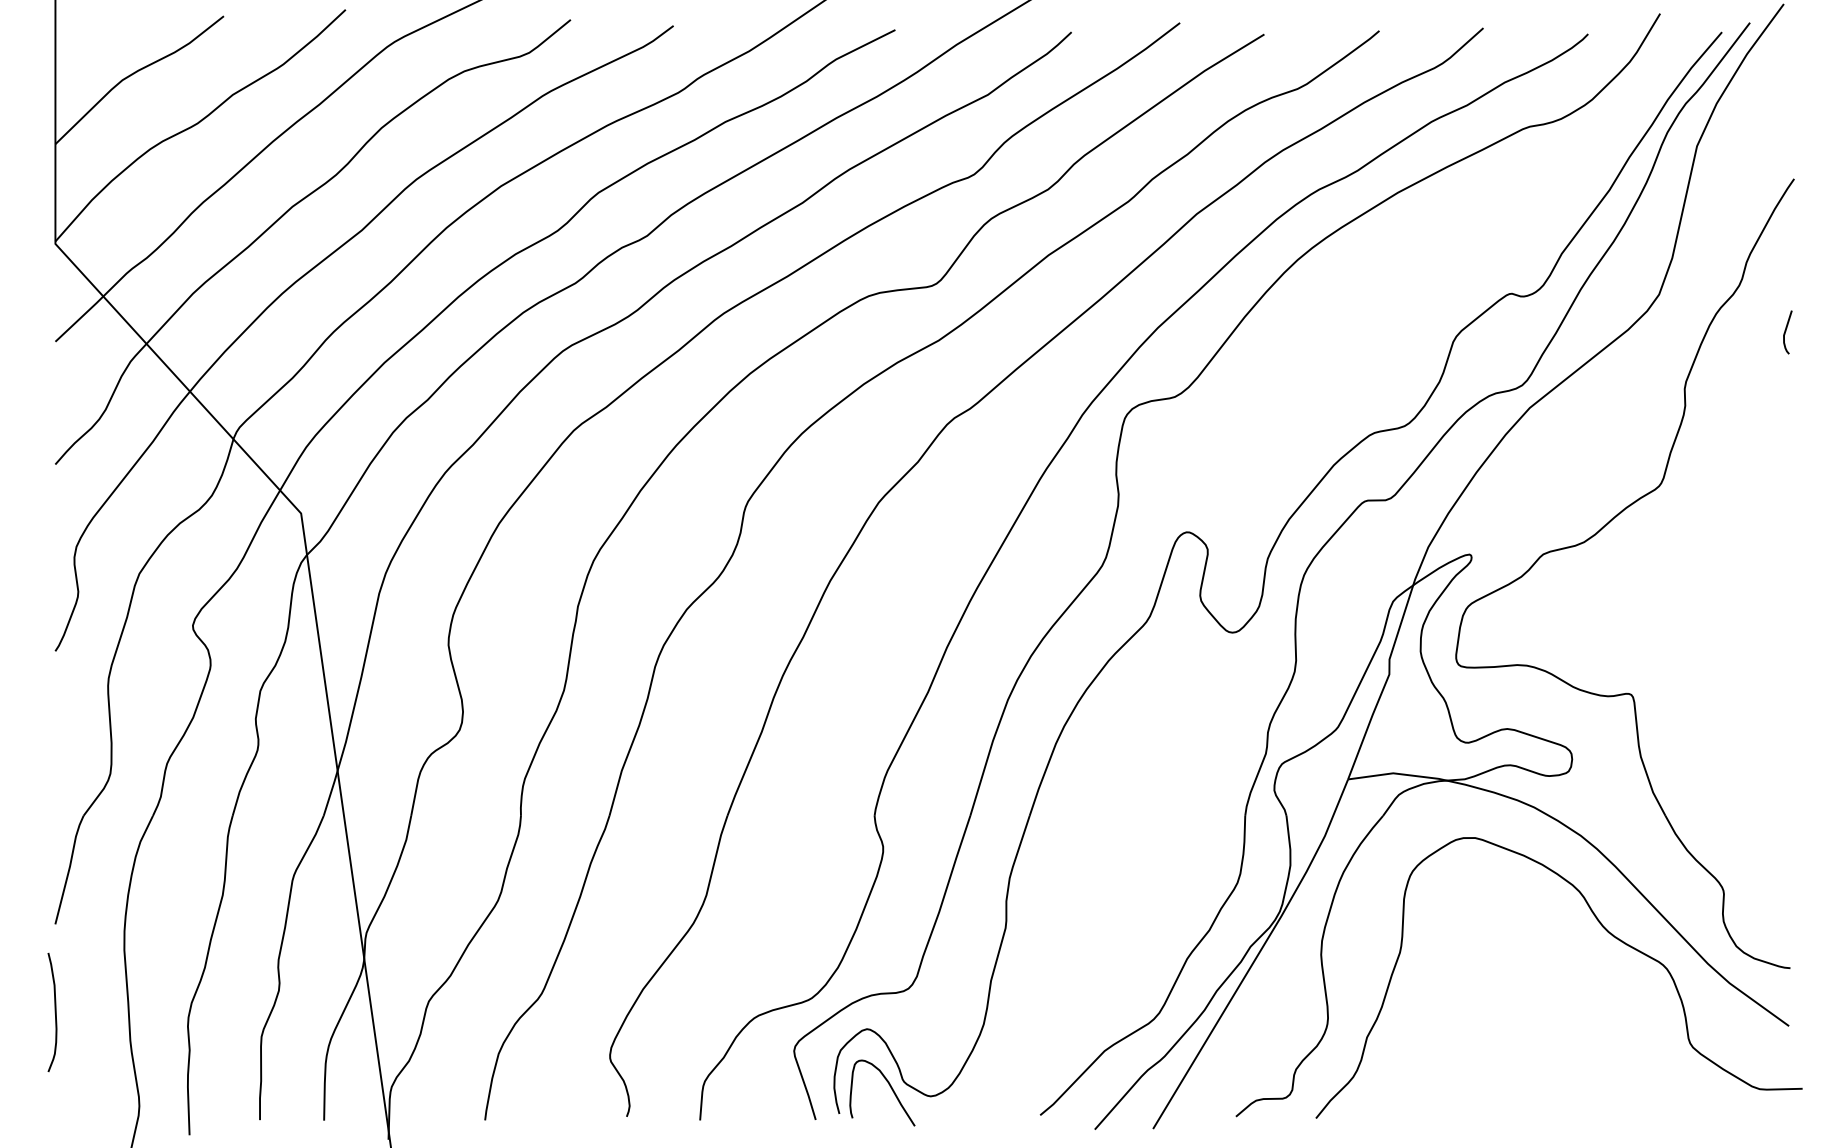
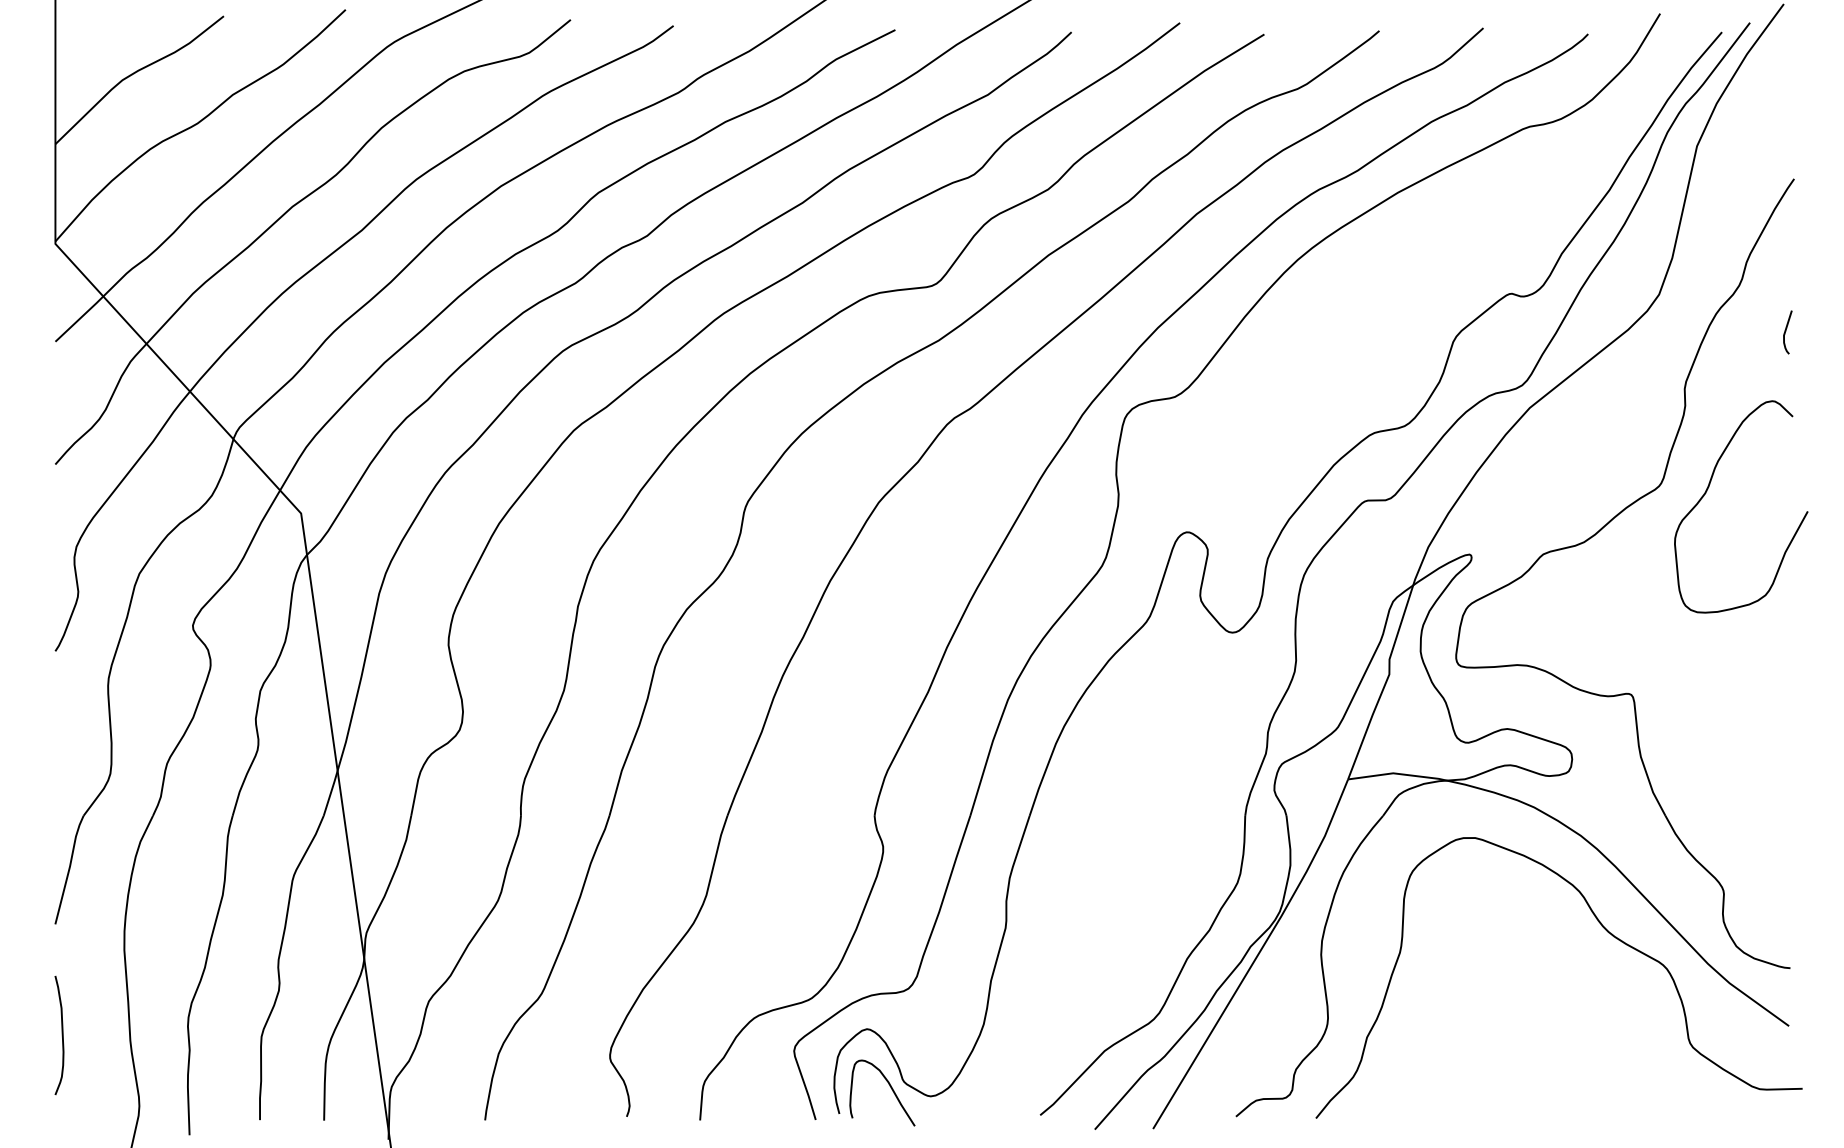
curve at (1708, 489): none -> present
curve at (54, 1012) position: (54, 1012) -> (61, 1035)
